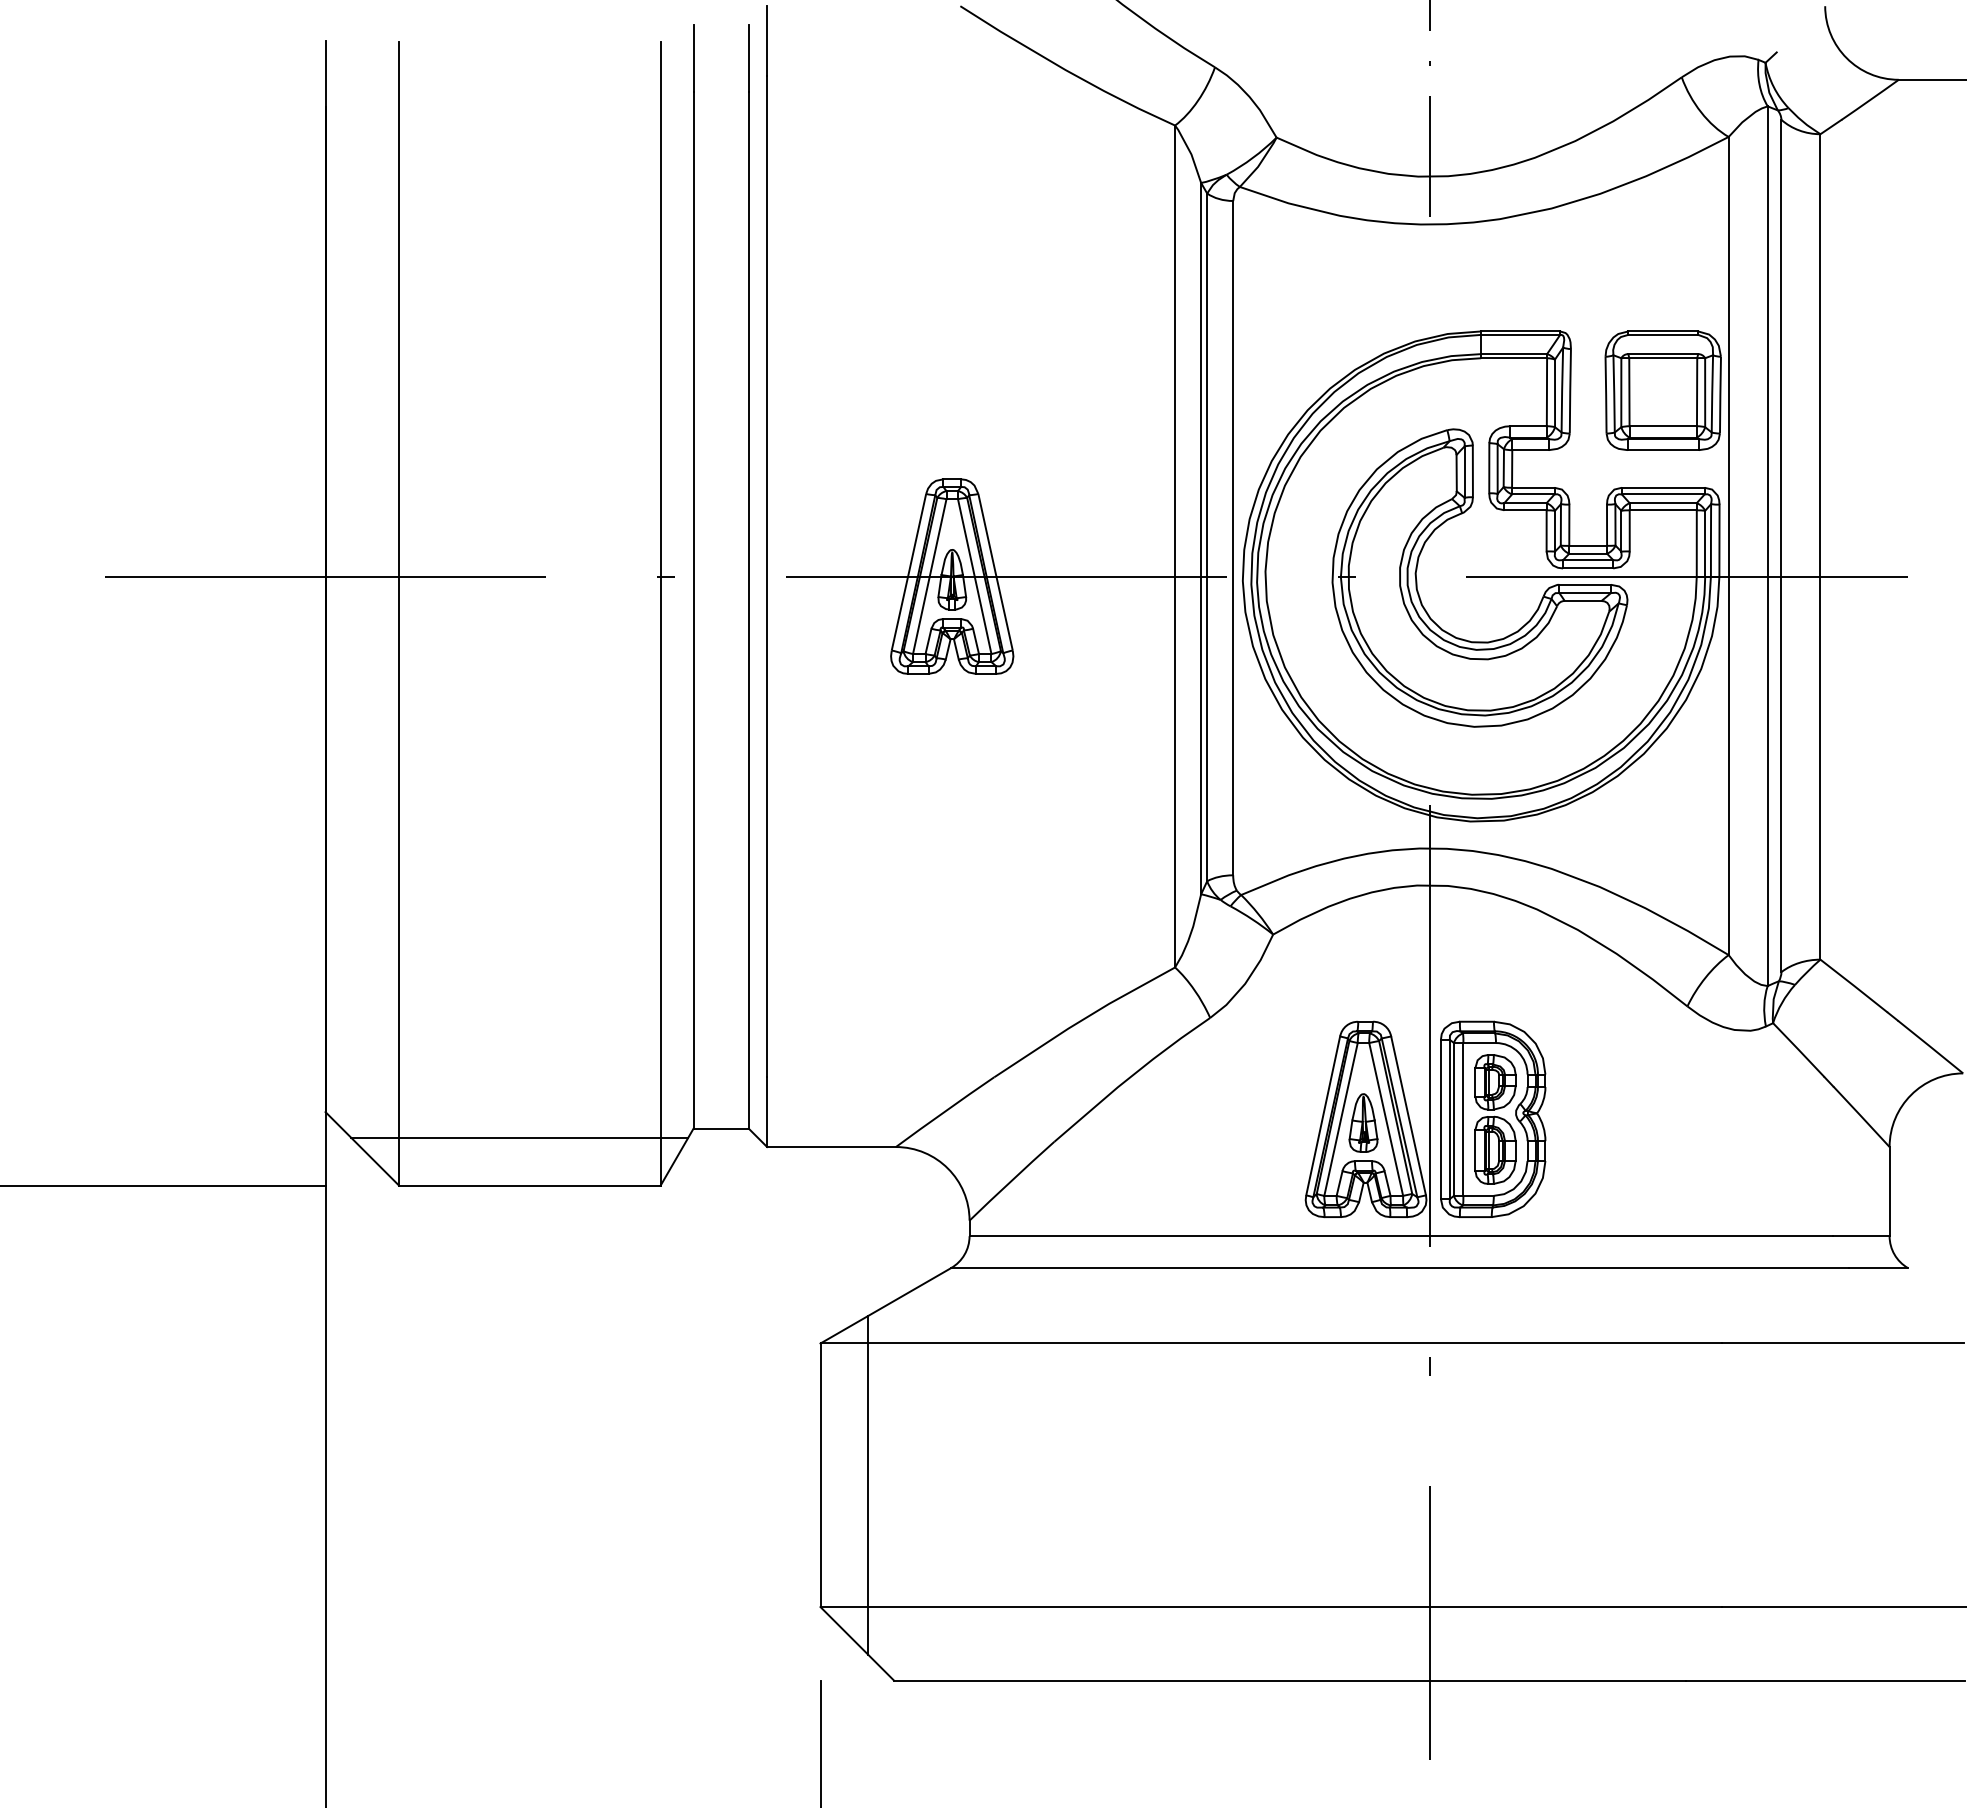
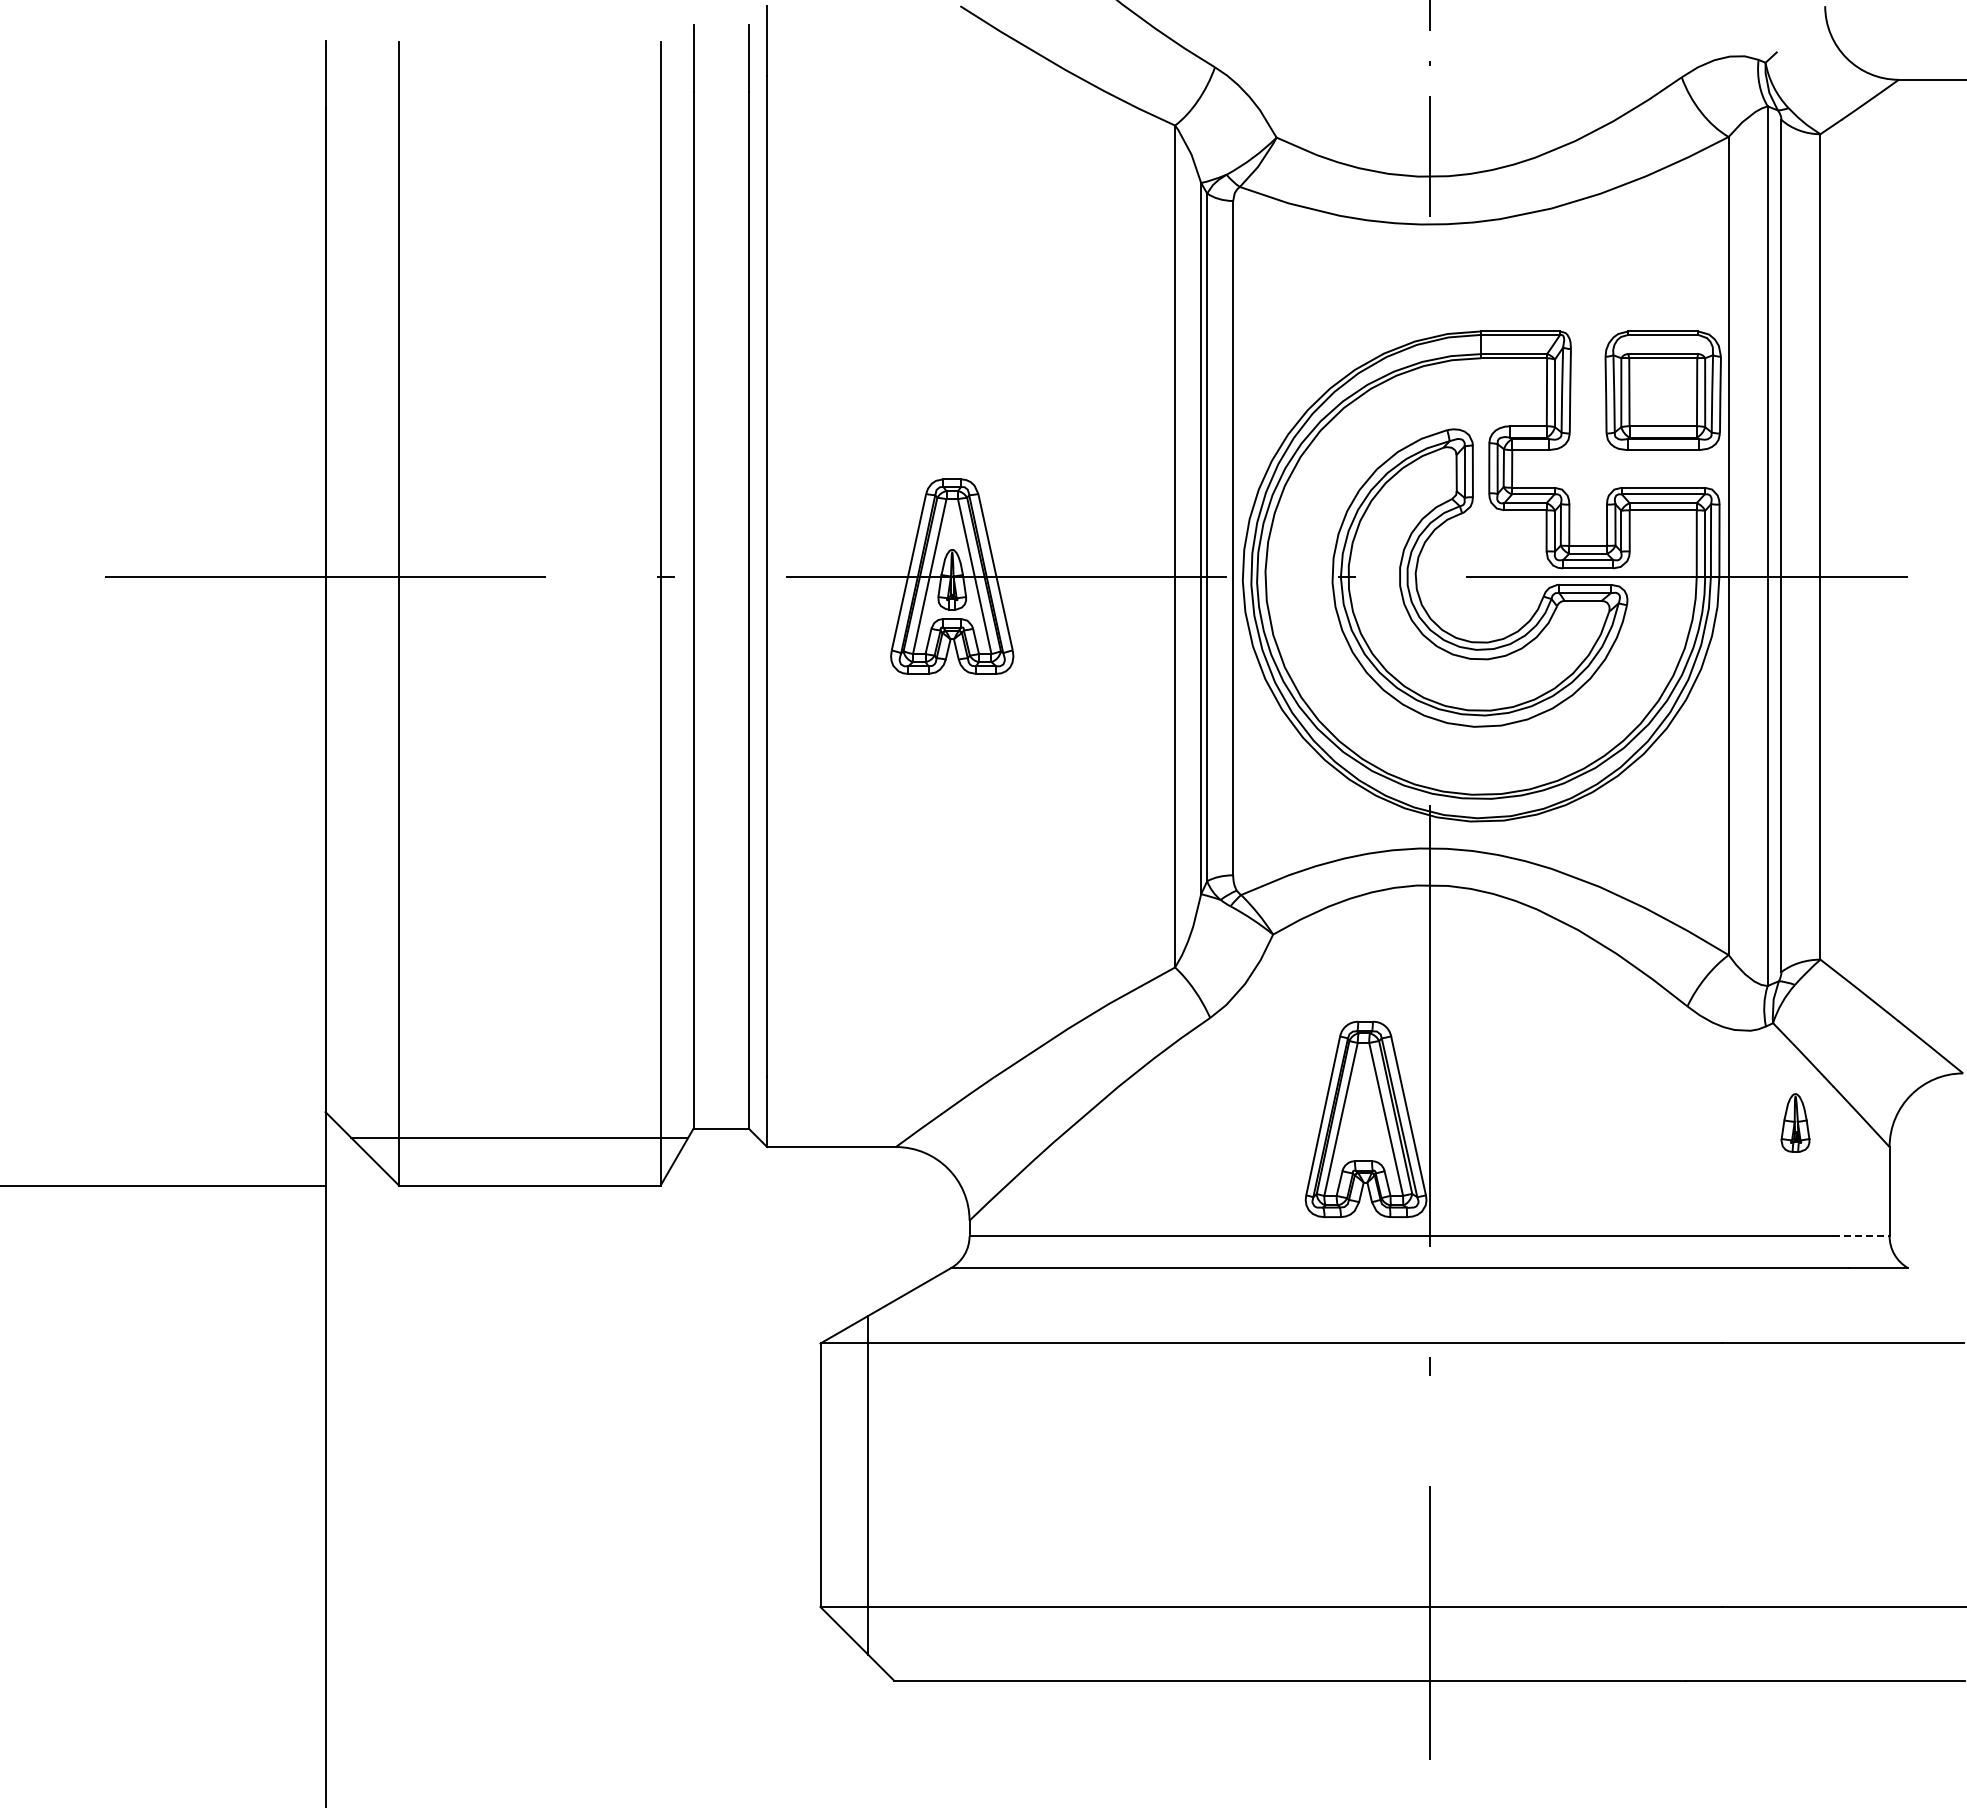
part at (1493, 1119): present -> none
part at (1363, 1122) position: (1363, 1122) -> (1795, 1122)
line at (1861, 1236): solid -> dashed
line at (820, 1742): present -> none
